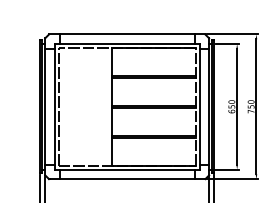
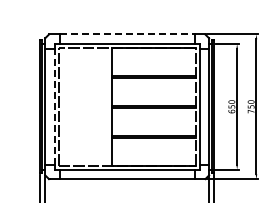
line at (127, 34): solid -> dashed
line at (54, 106): solid -> dashed
